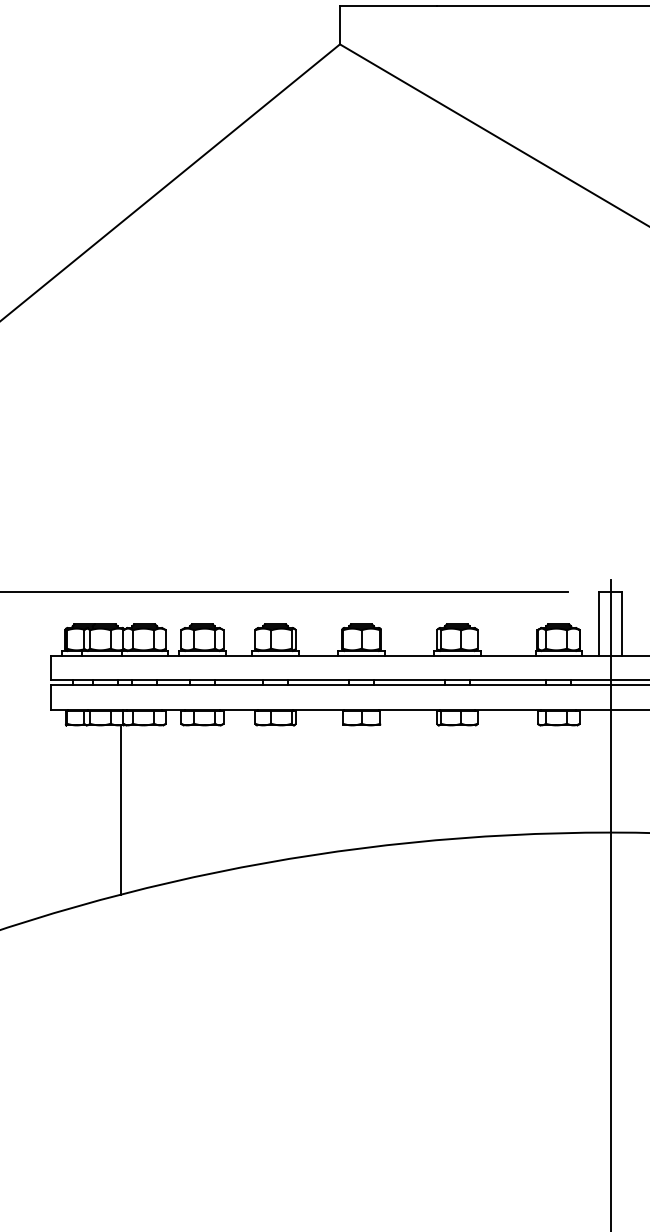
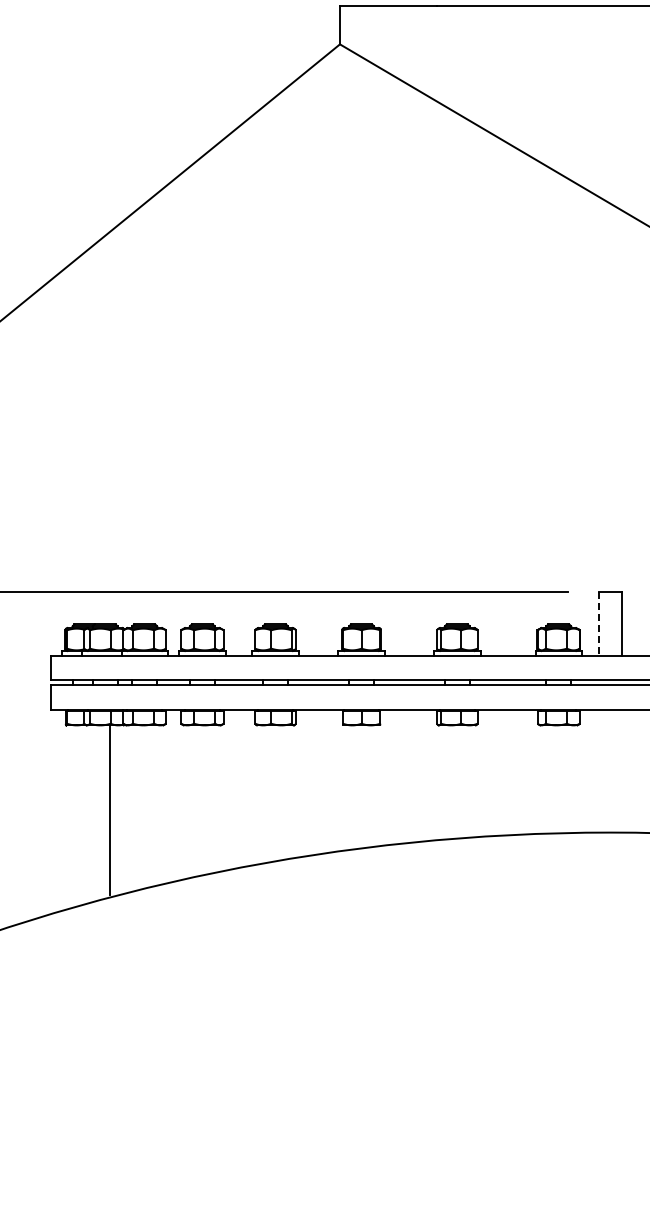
line at (598, 623): solid -> dashed
line at (121, 809) position: (121, 809) -> (110, 809)
line at (610, 903): present -> none
